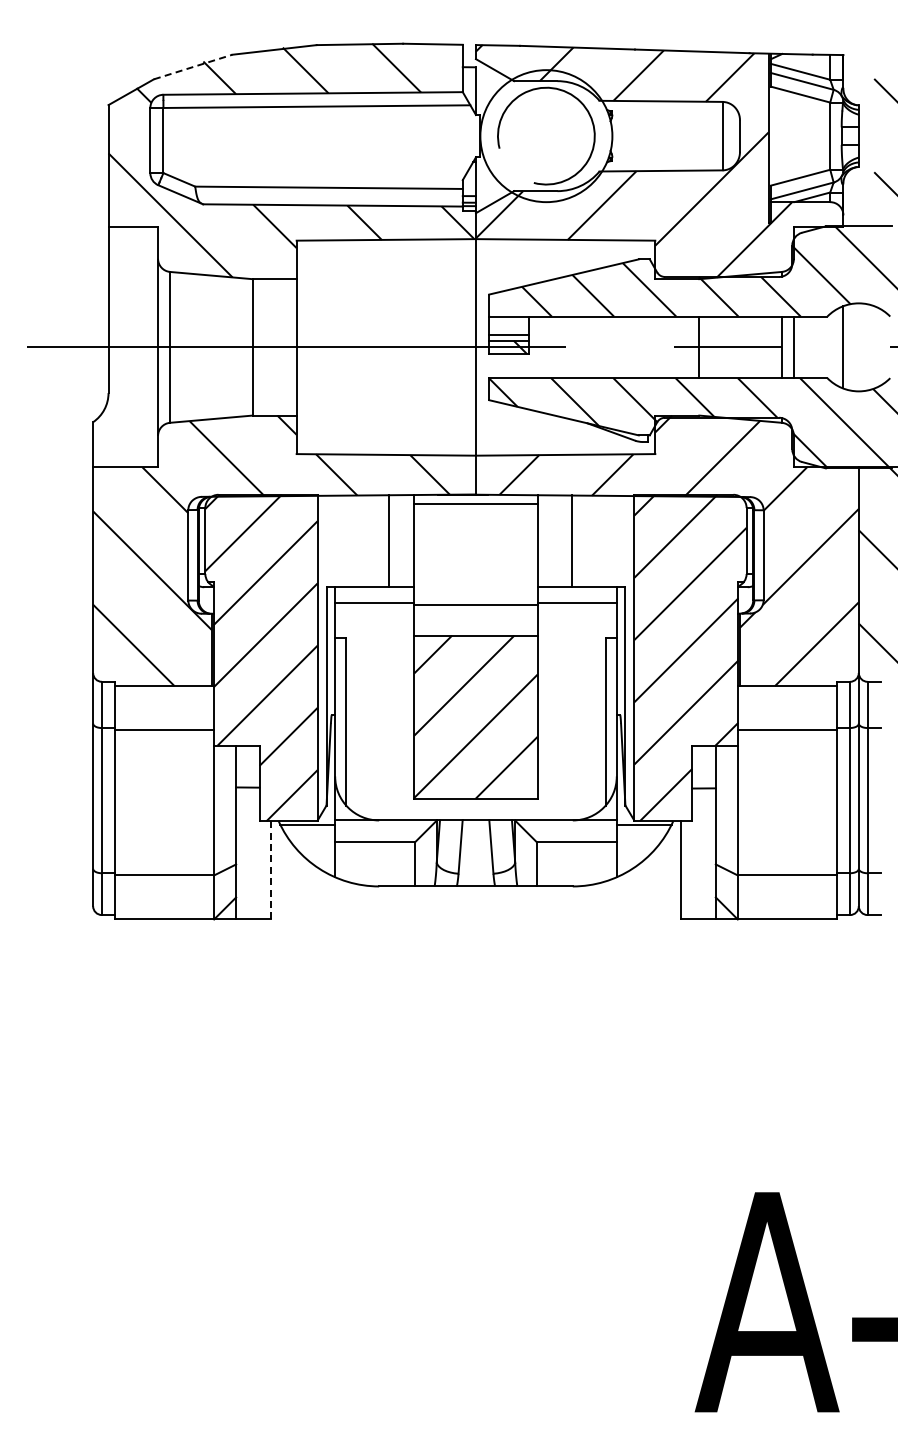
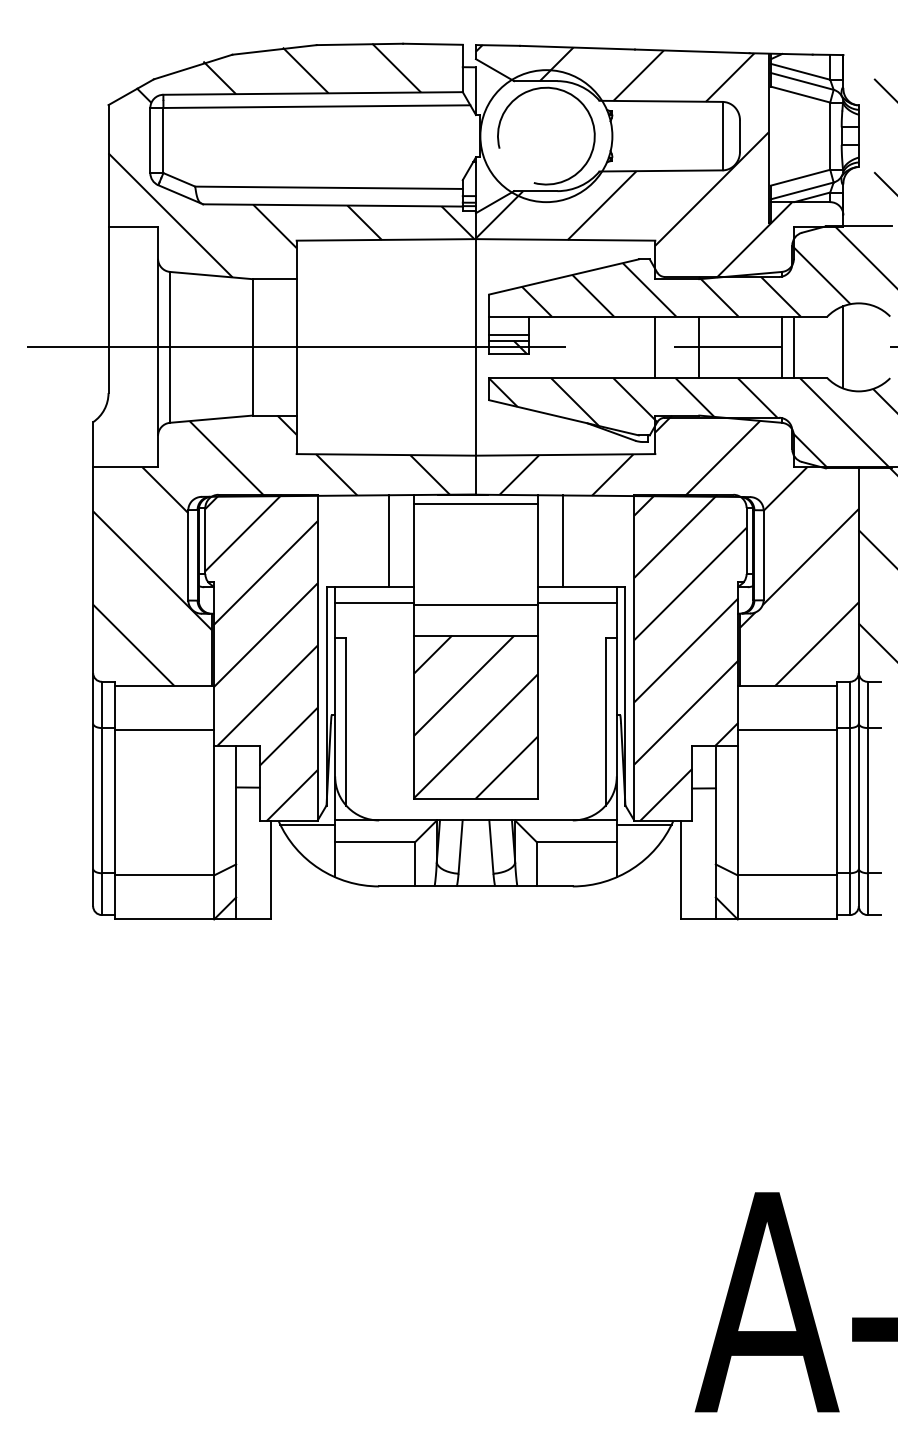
line at (193, 66): dashed -> solid
line at (655, 347): none -> present
line at (572, 541) position: (572, 541) -> (563, 541)
line at (271, 870): dashed -> solid
